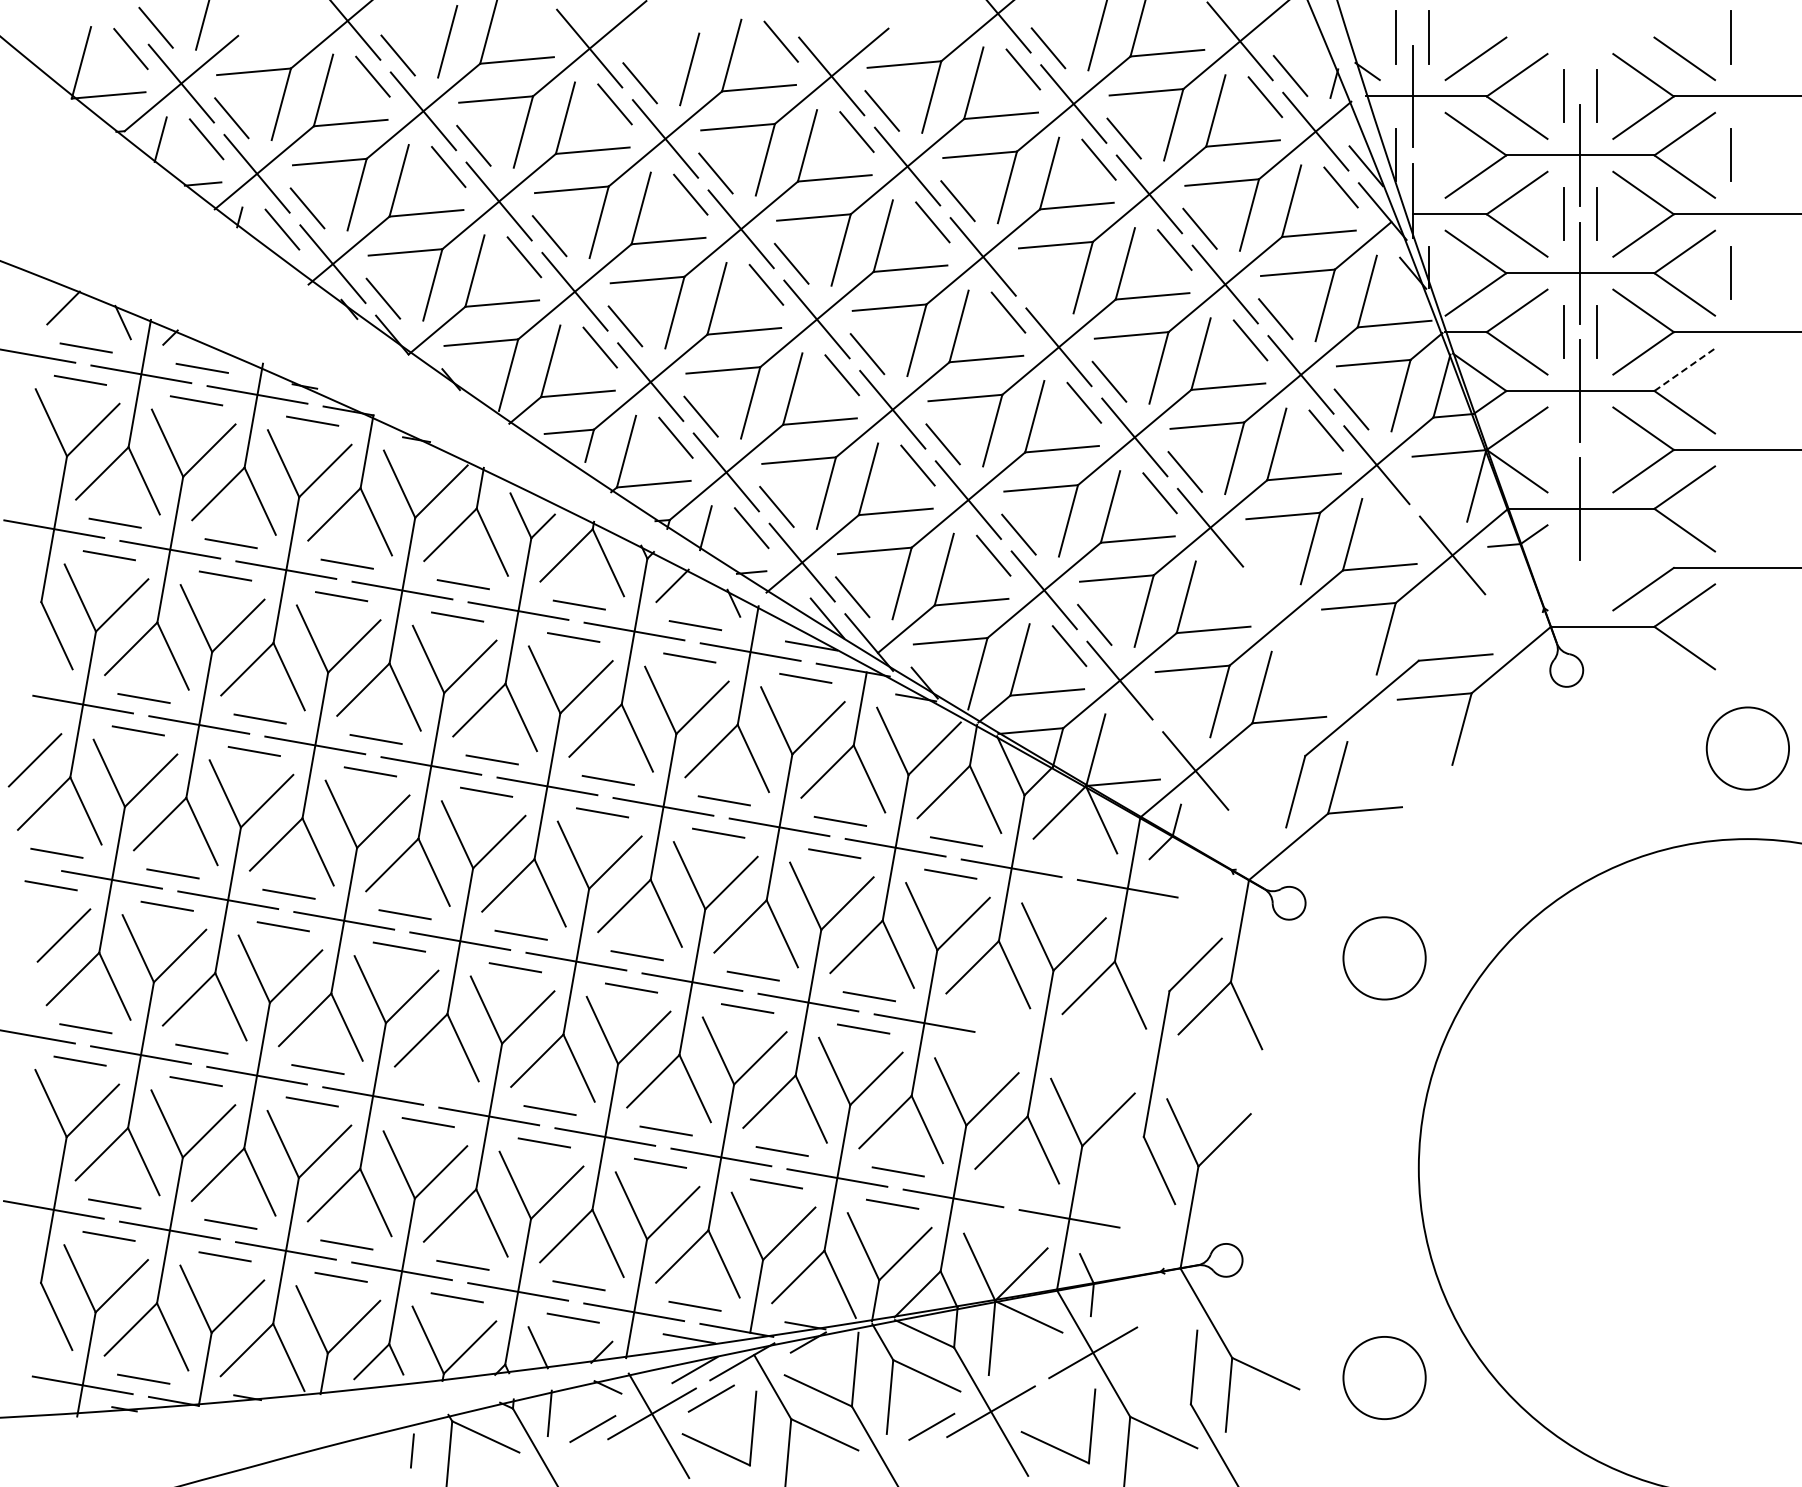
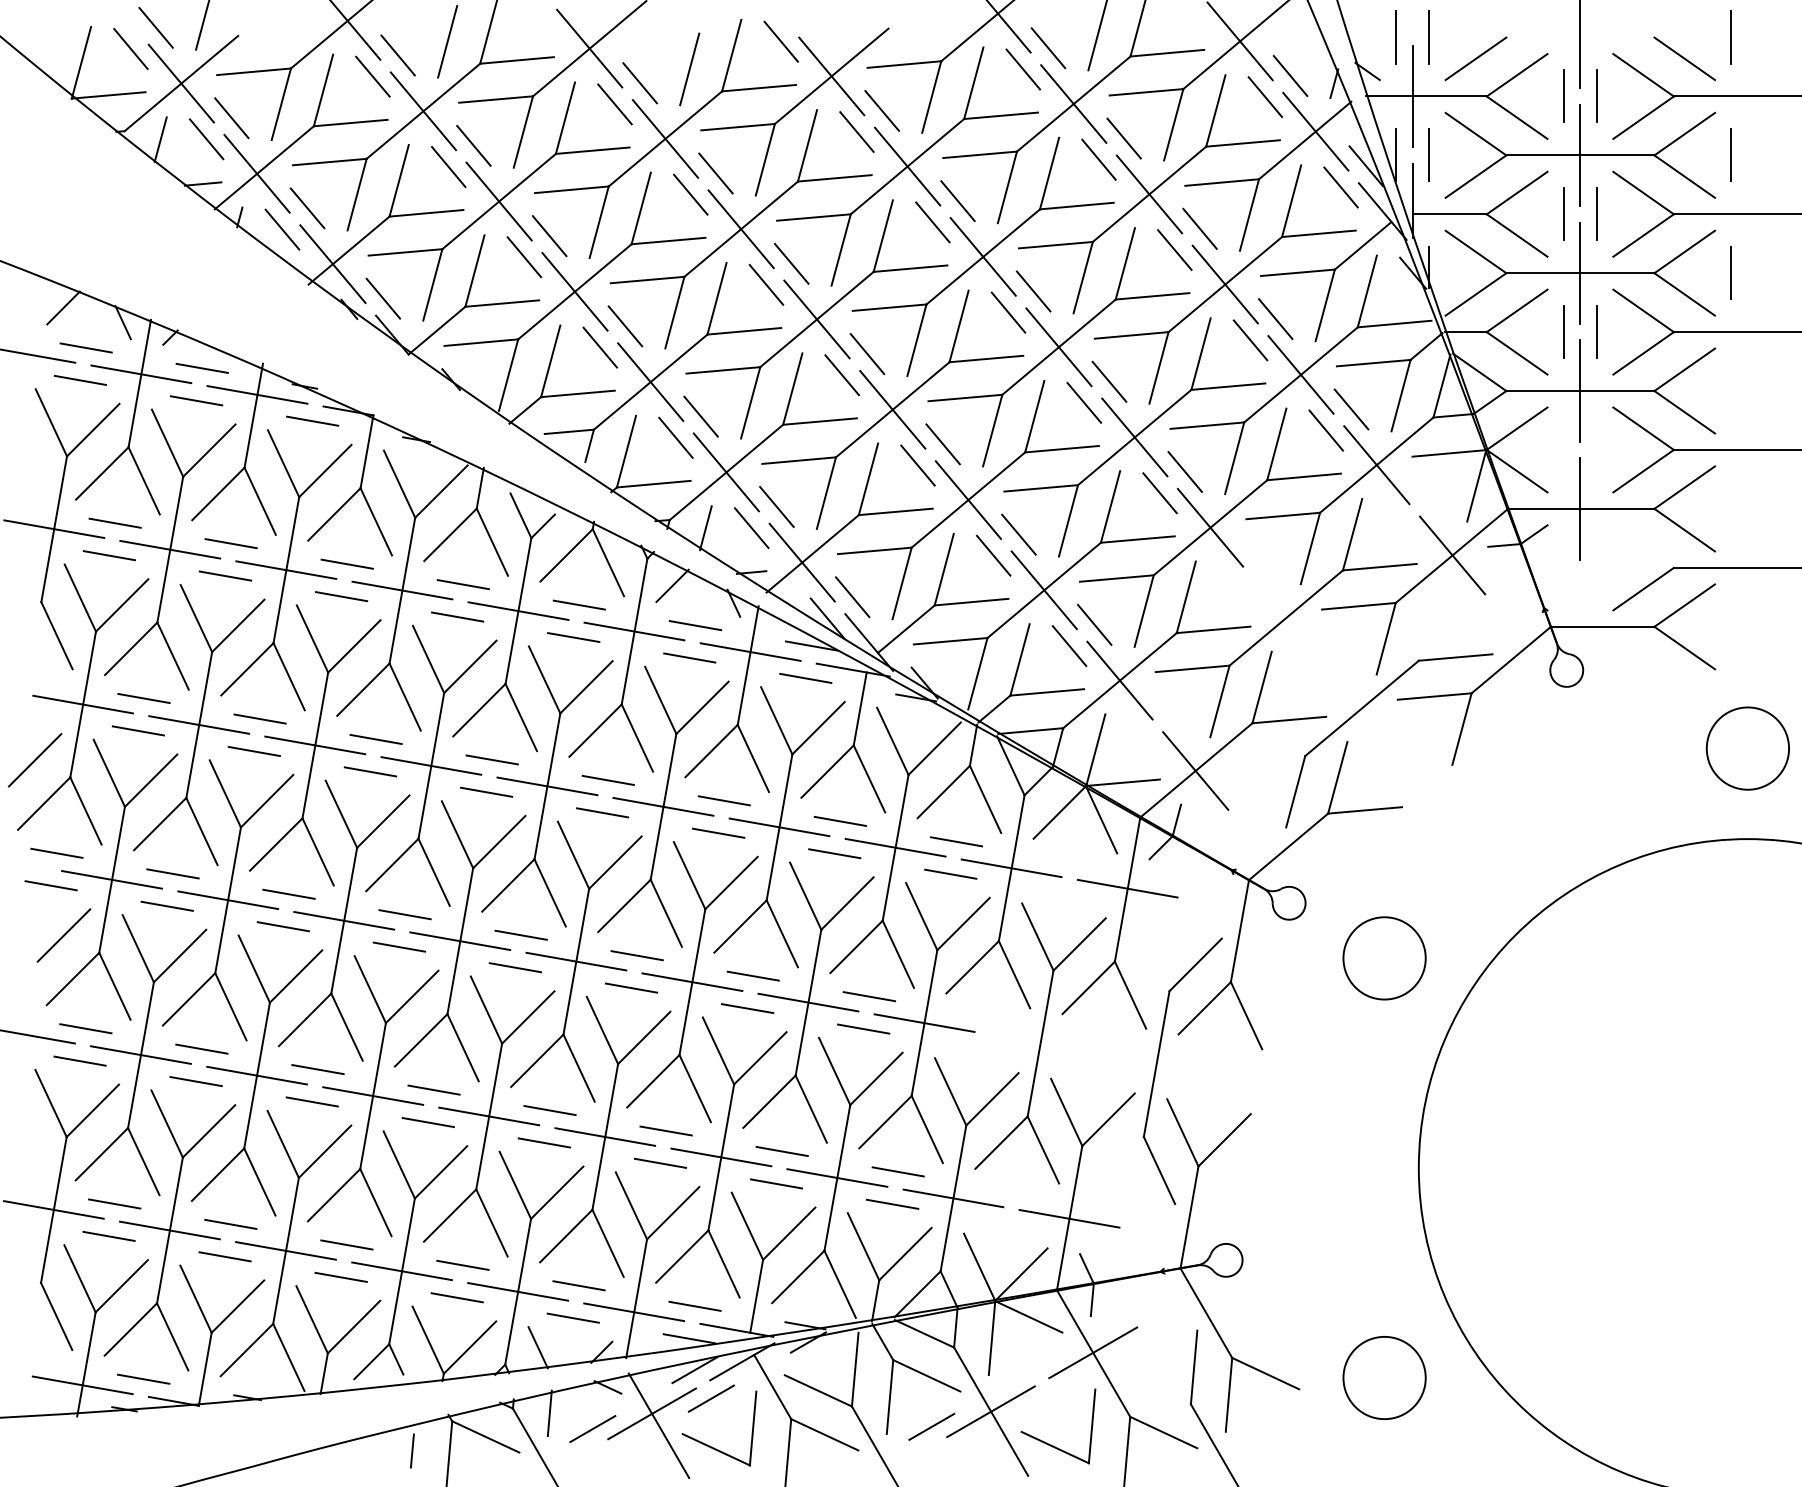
line at (1580, 45): none -> present
line at (1428, 154): none -> present
line at (1033, 291): none -> present
line at (1684, 369): dashed -> solid
line at (433, 1089): none -> present
